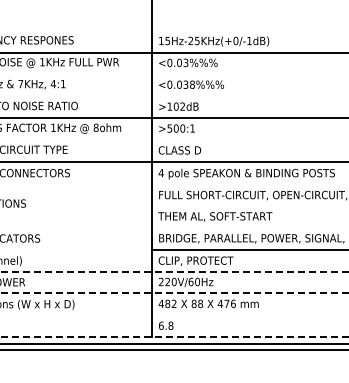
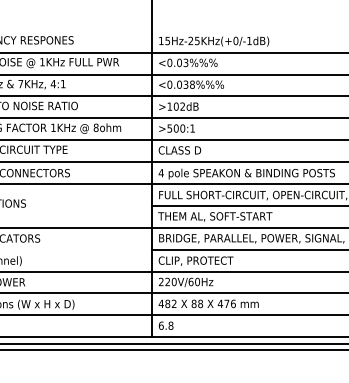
line at (173, 74): none -> present
line at (173, 96): none -> present
line at (173, 140): none -> present
line at (173, 184): none -> present
line at (248, 205): none -> present
line at (173, 227): none -> present
line at (174, 271): dashed -> solid
line at (174, 293): dashed -> solid
line at (173, 315): none -> present
line at (174, 337): dashed -> solid
